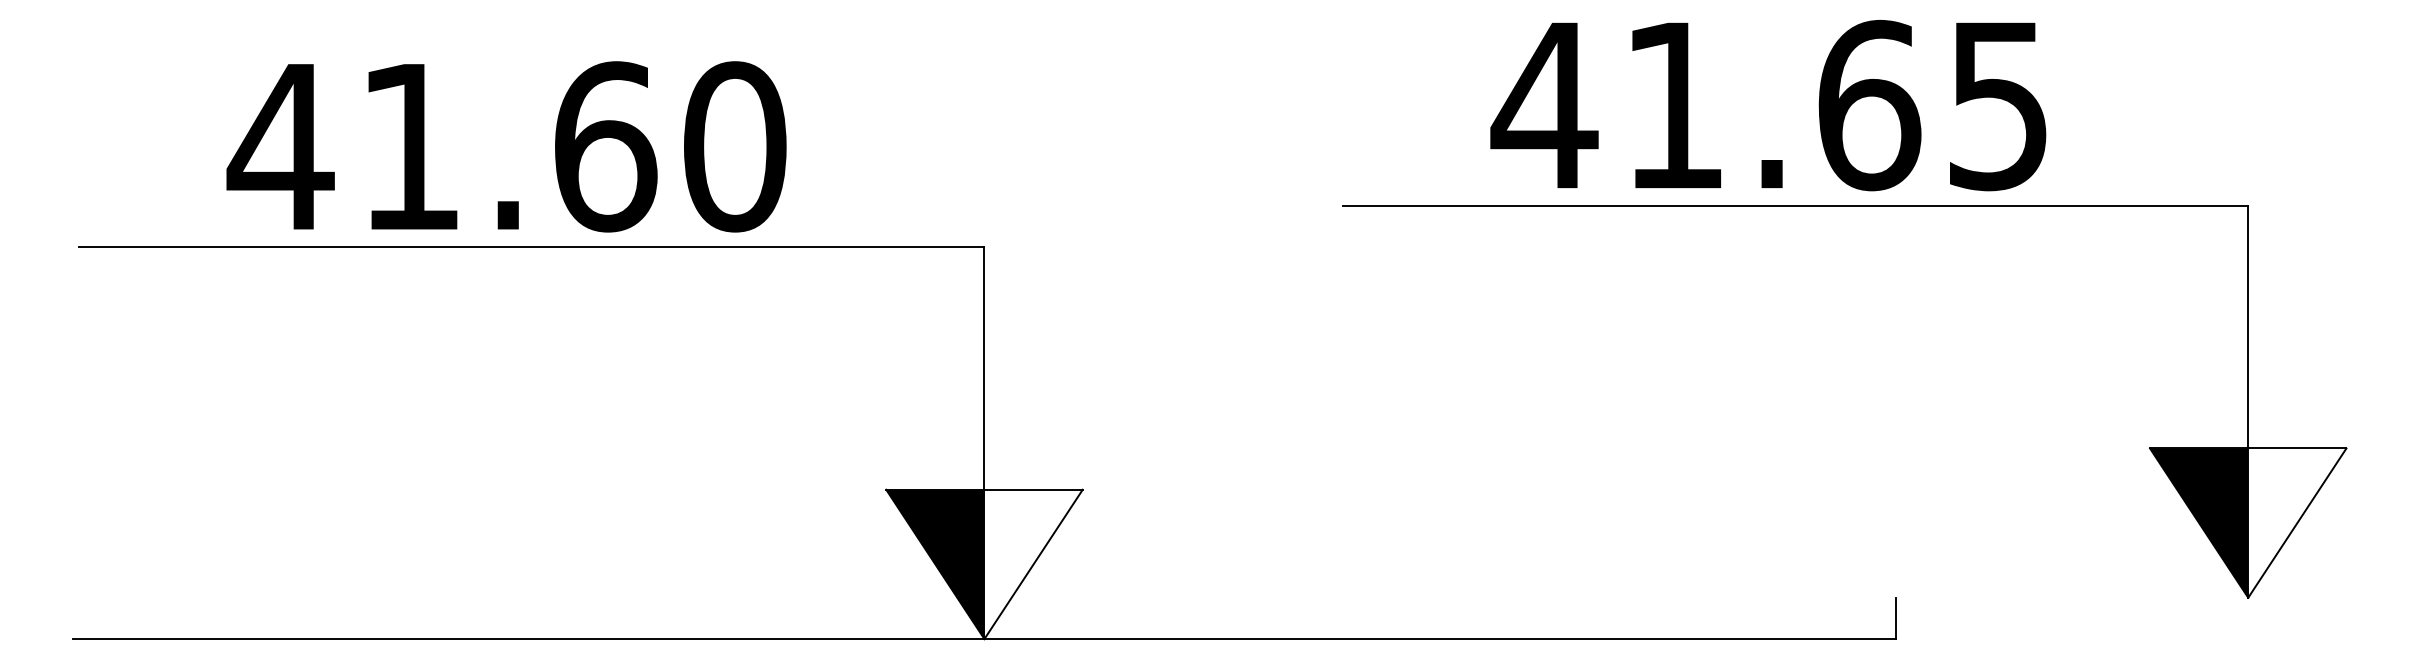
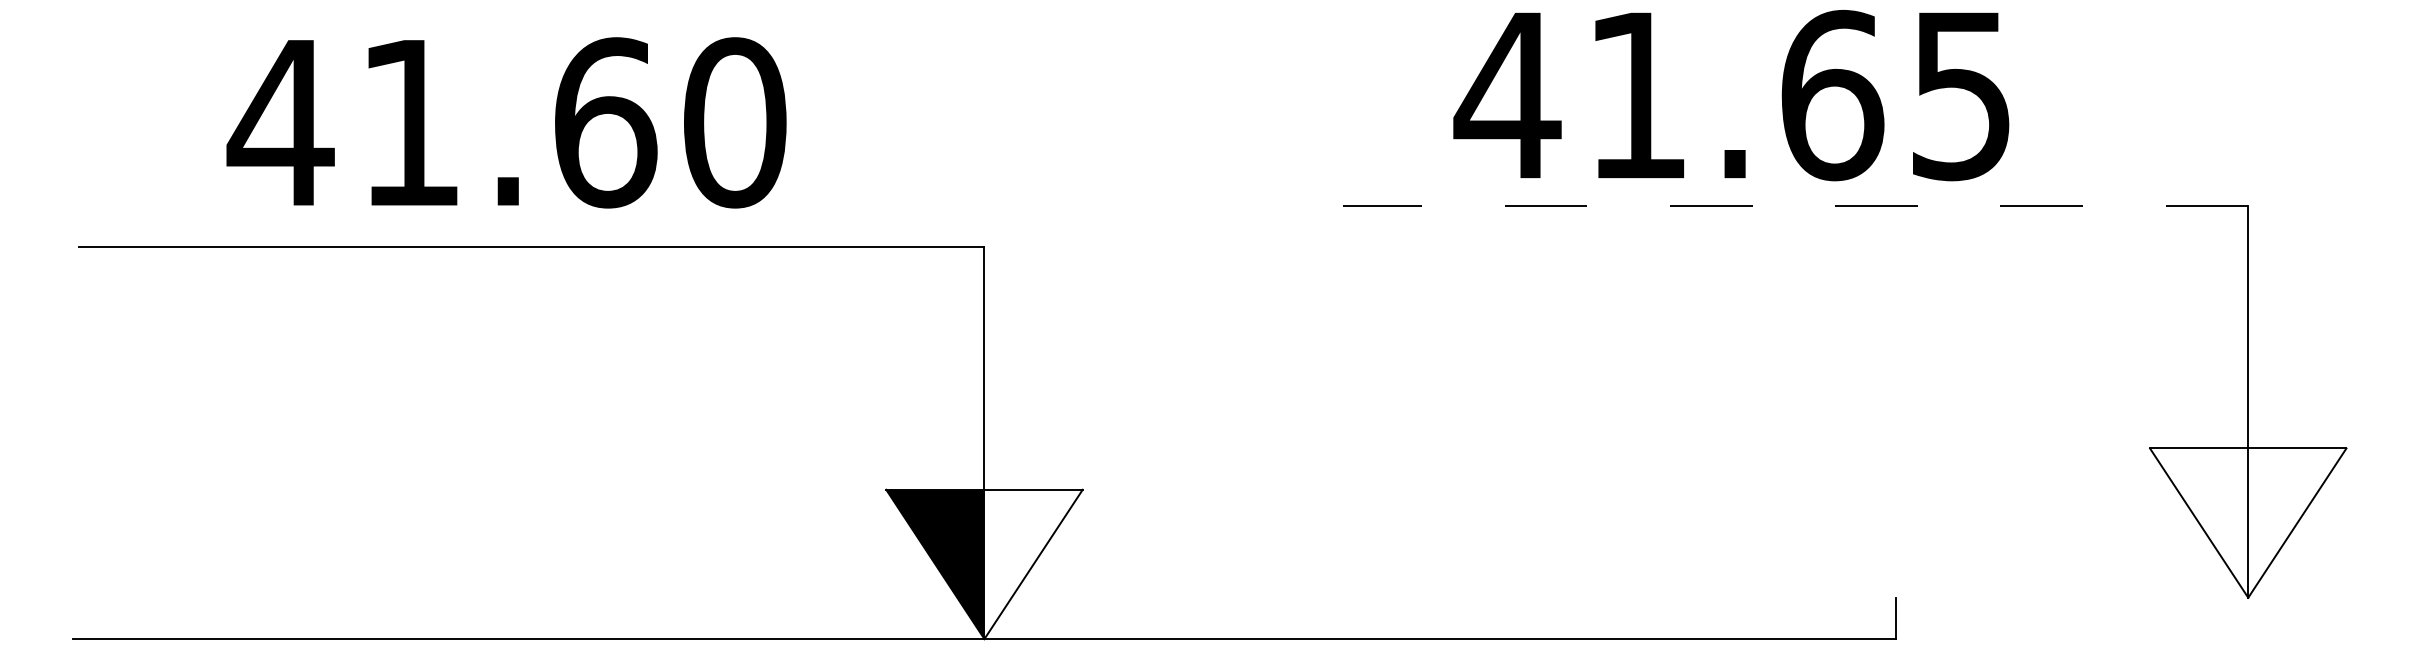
text at (1768, 105) position: (1768, 105) -> (1731, 95)
text at (506, 146) position: (506, 146) -> (506, 122)
line at (1795, 205): solid -> dashed
fill at (2199, 522): present -> none
